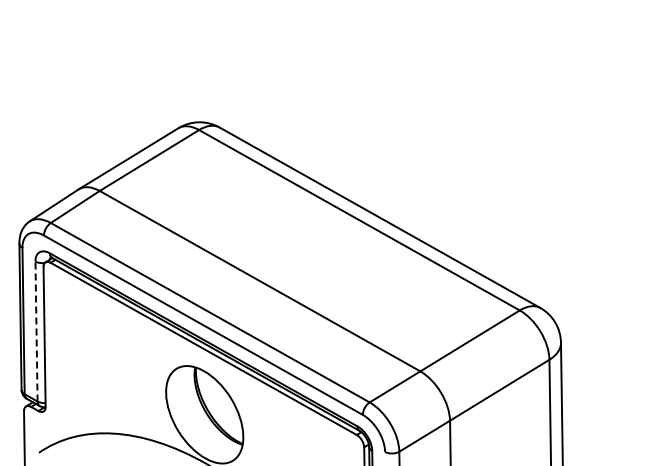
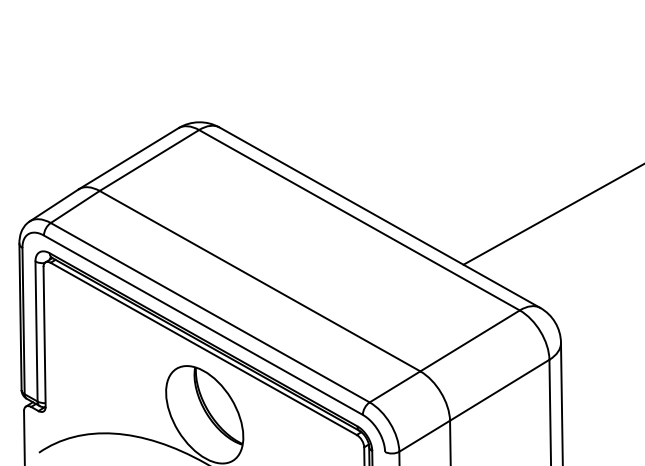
line at (552, 214): none -> present
line at (36, 331): dashed -> solid
